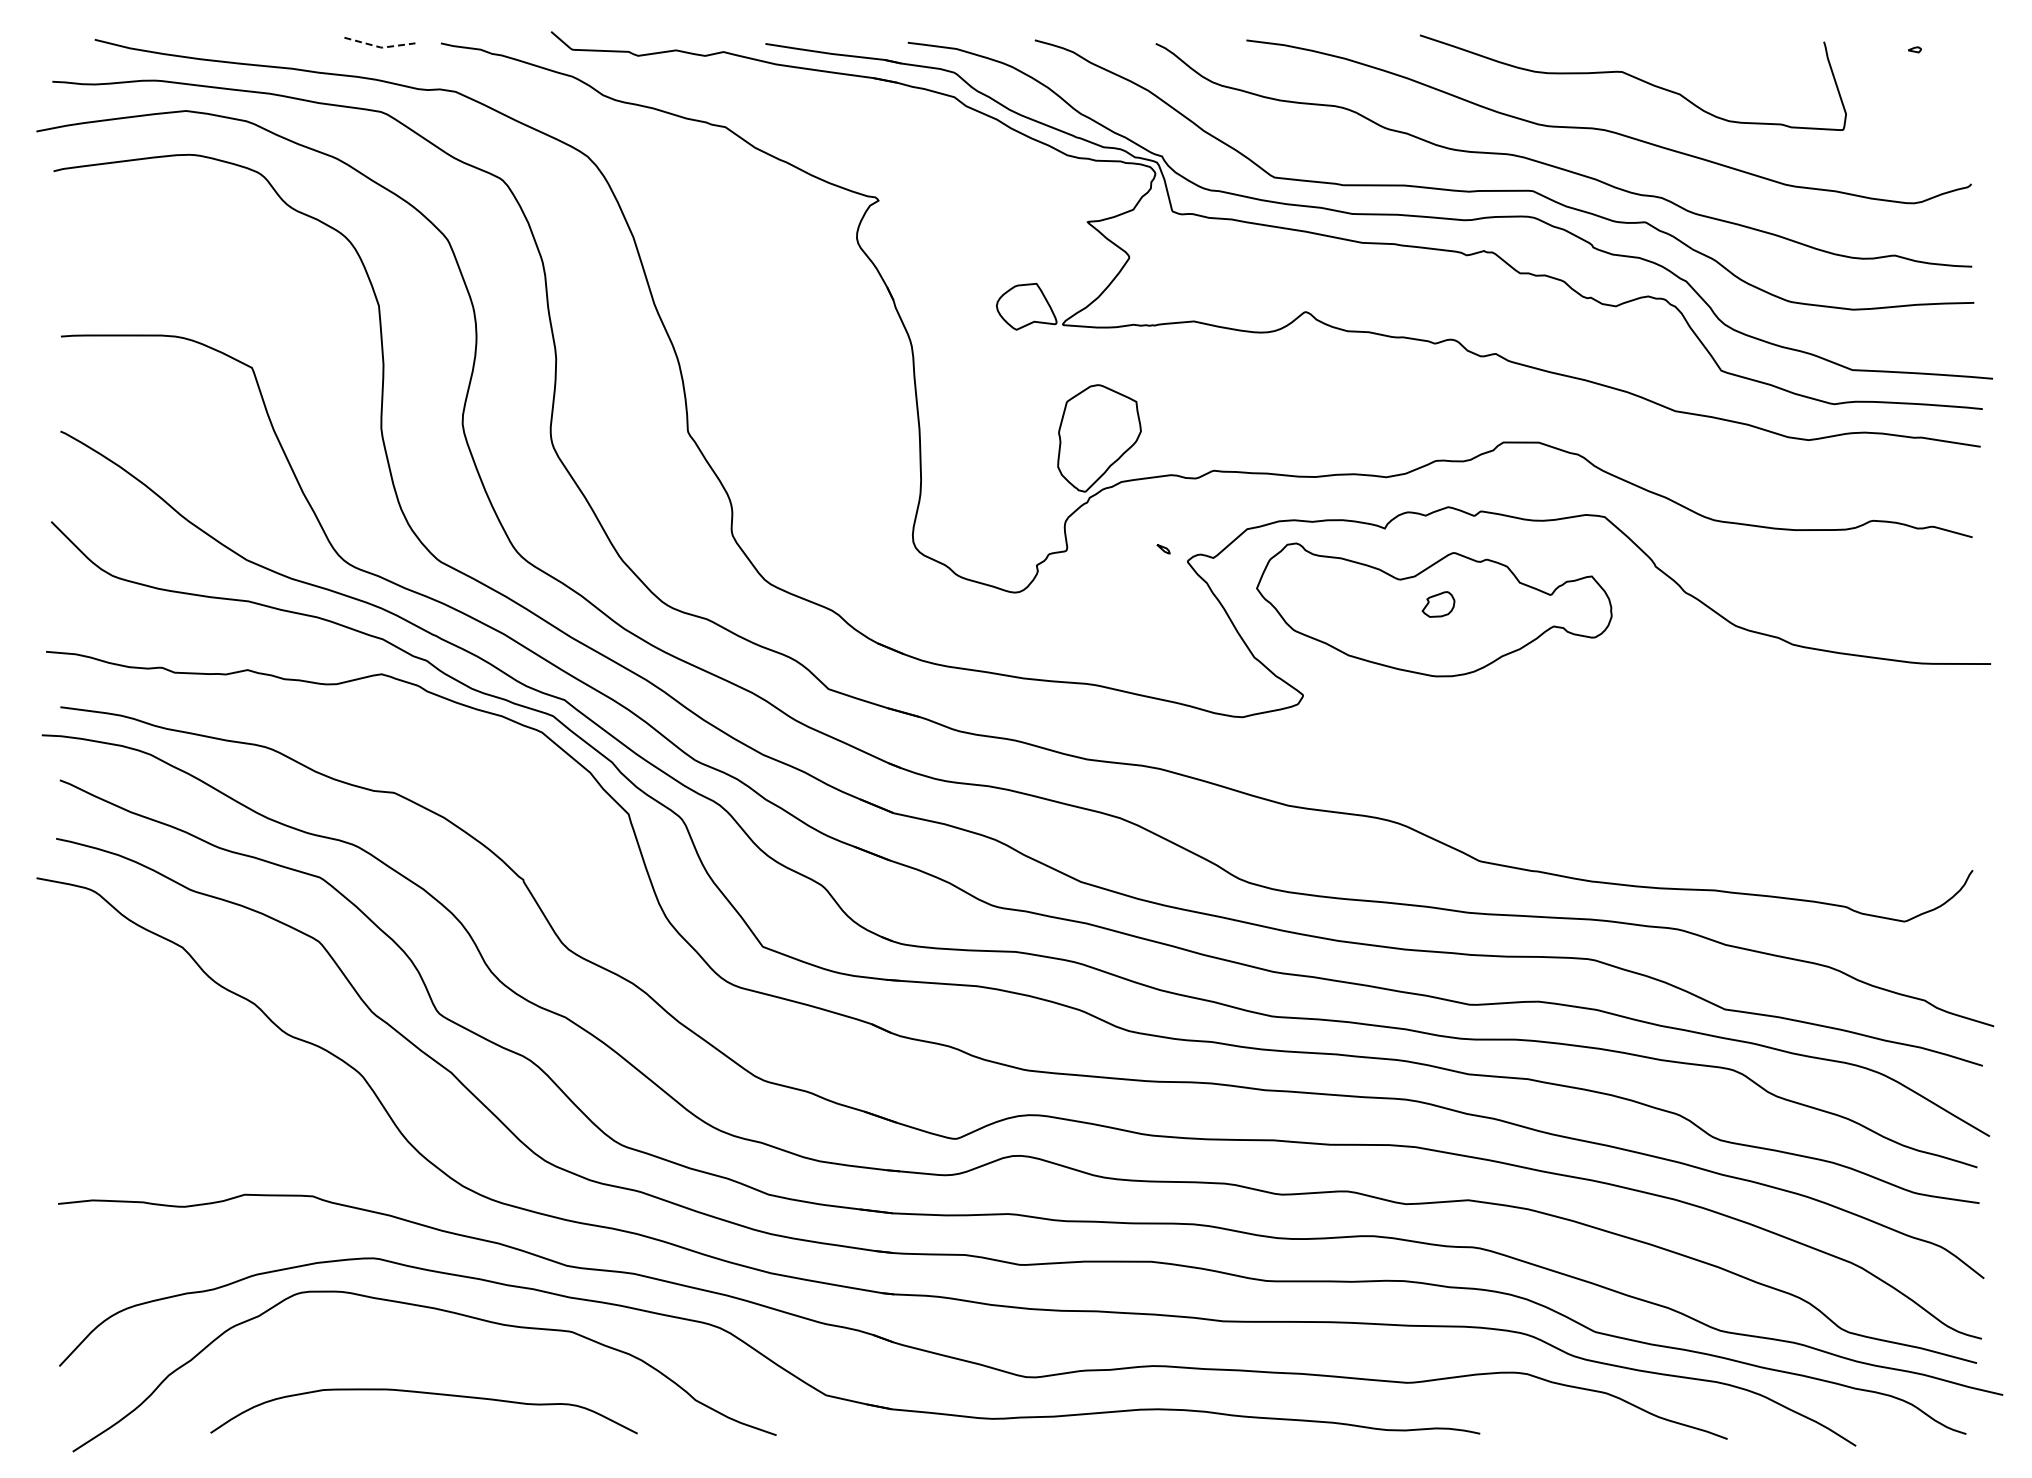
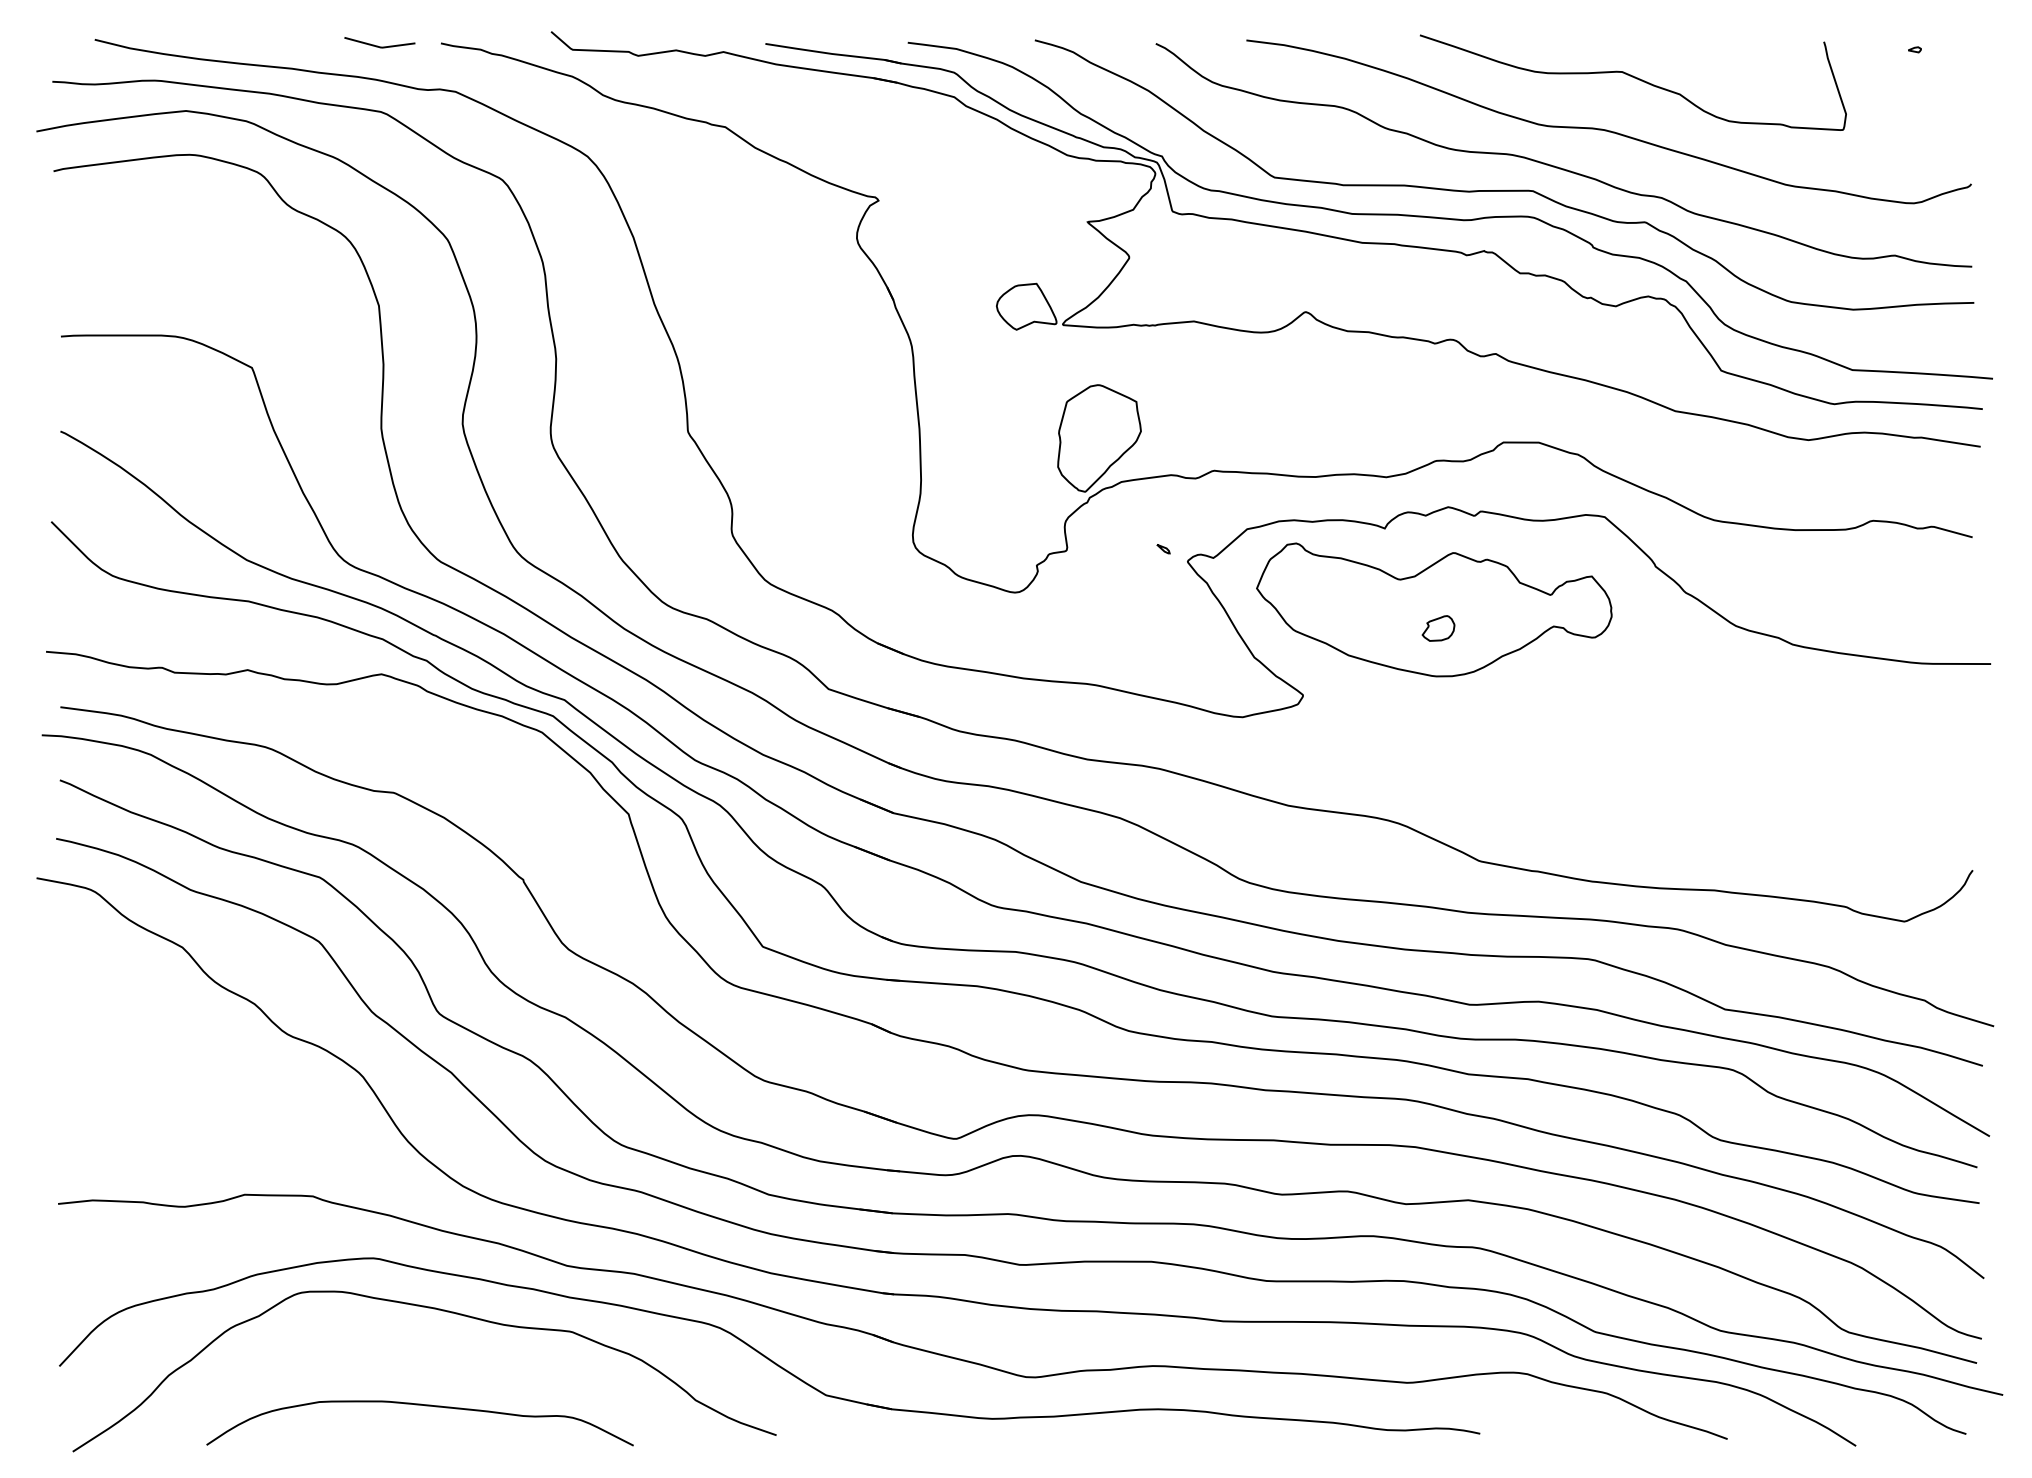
line at (380, 47): dashed -> solid
part at (1438, 604) position: (1438, 604) -> (1438, 628)
curve at (423, 1393) position: (423, 1393) -> (419, 1405)
